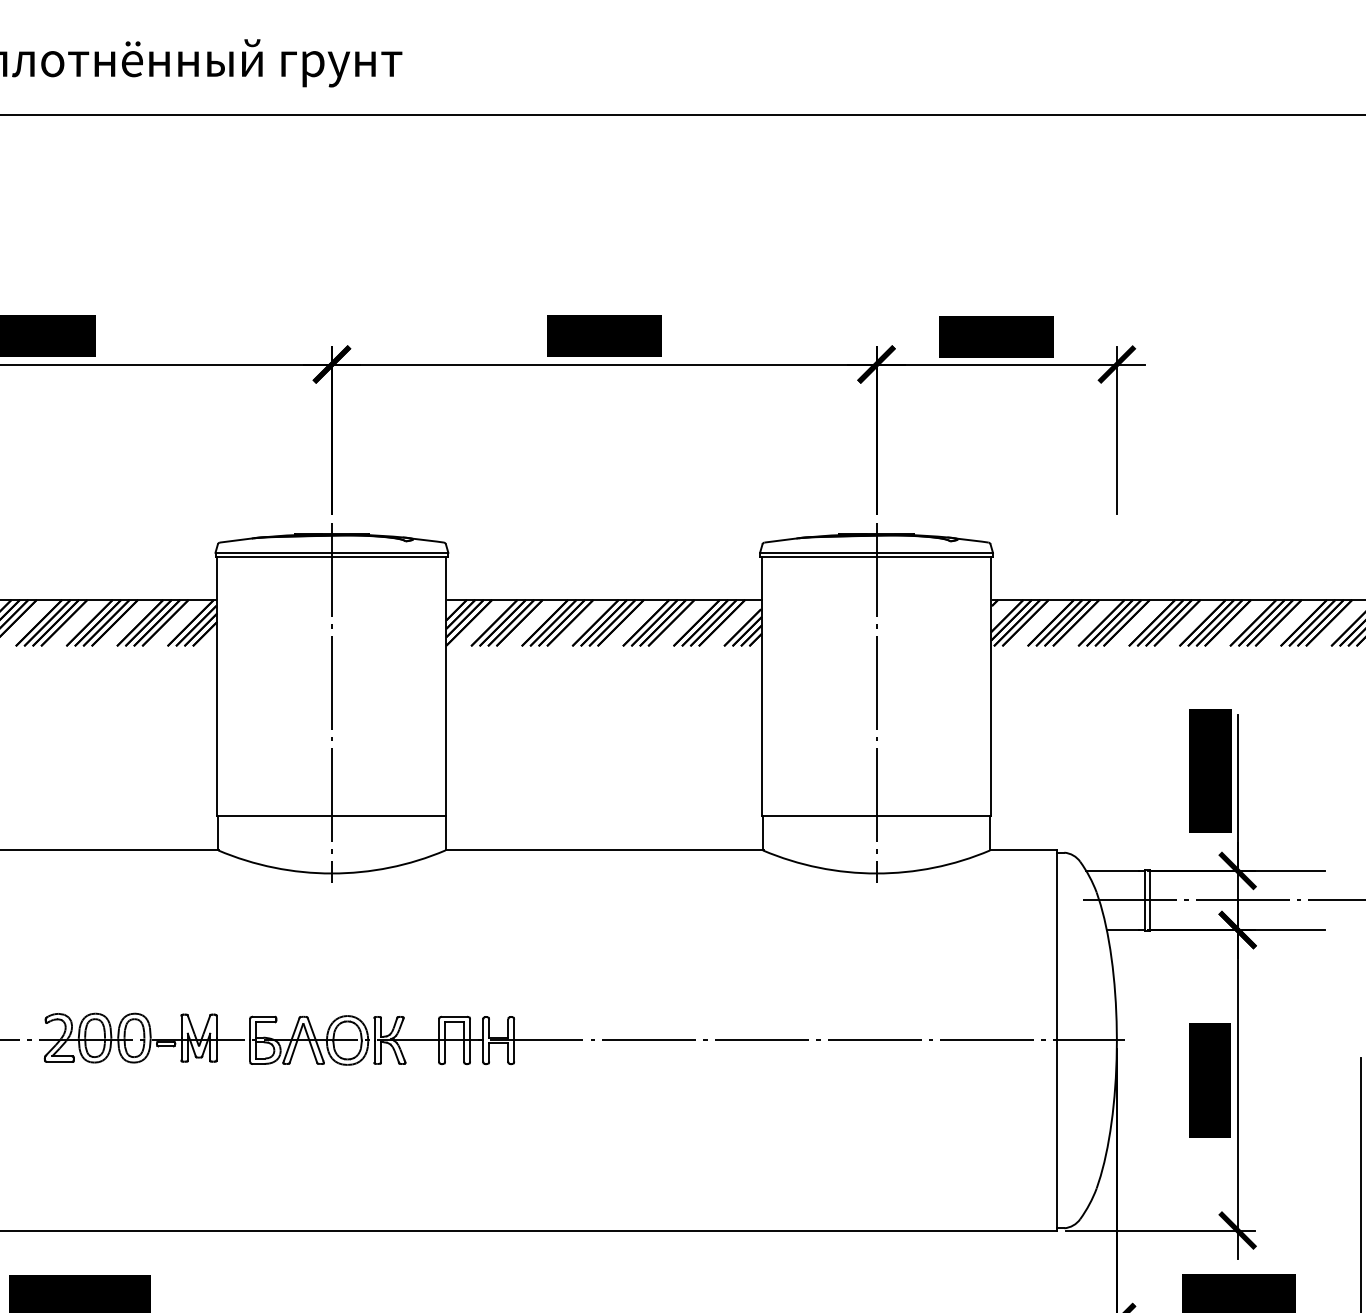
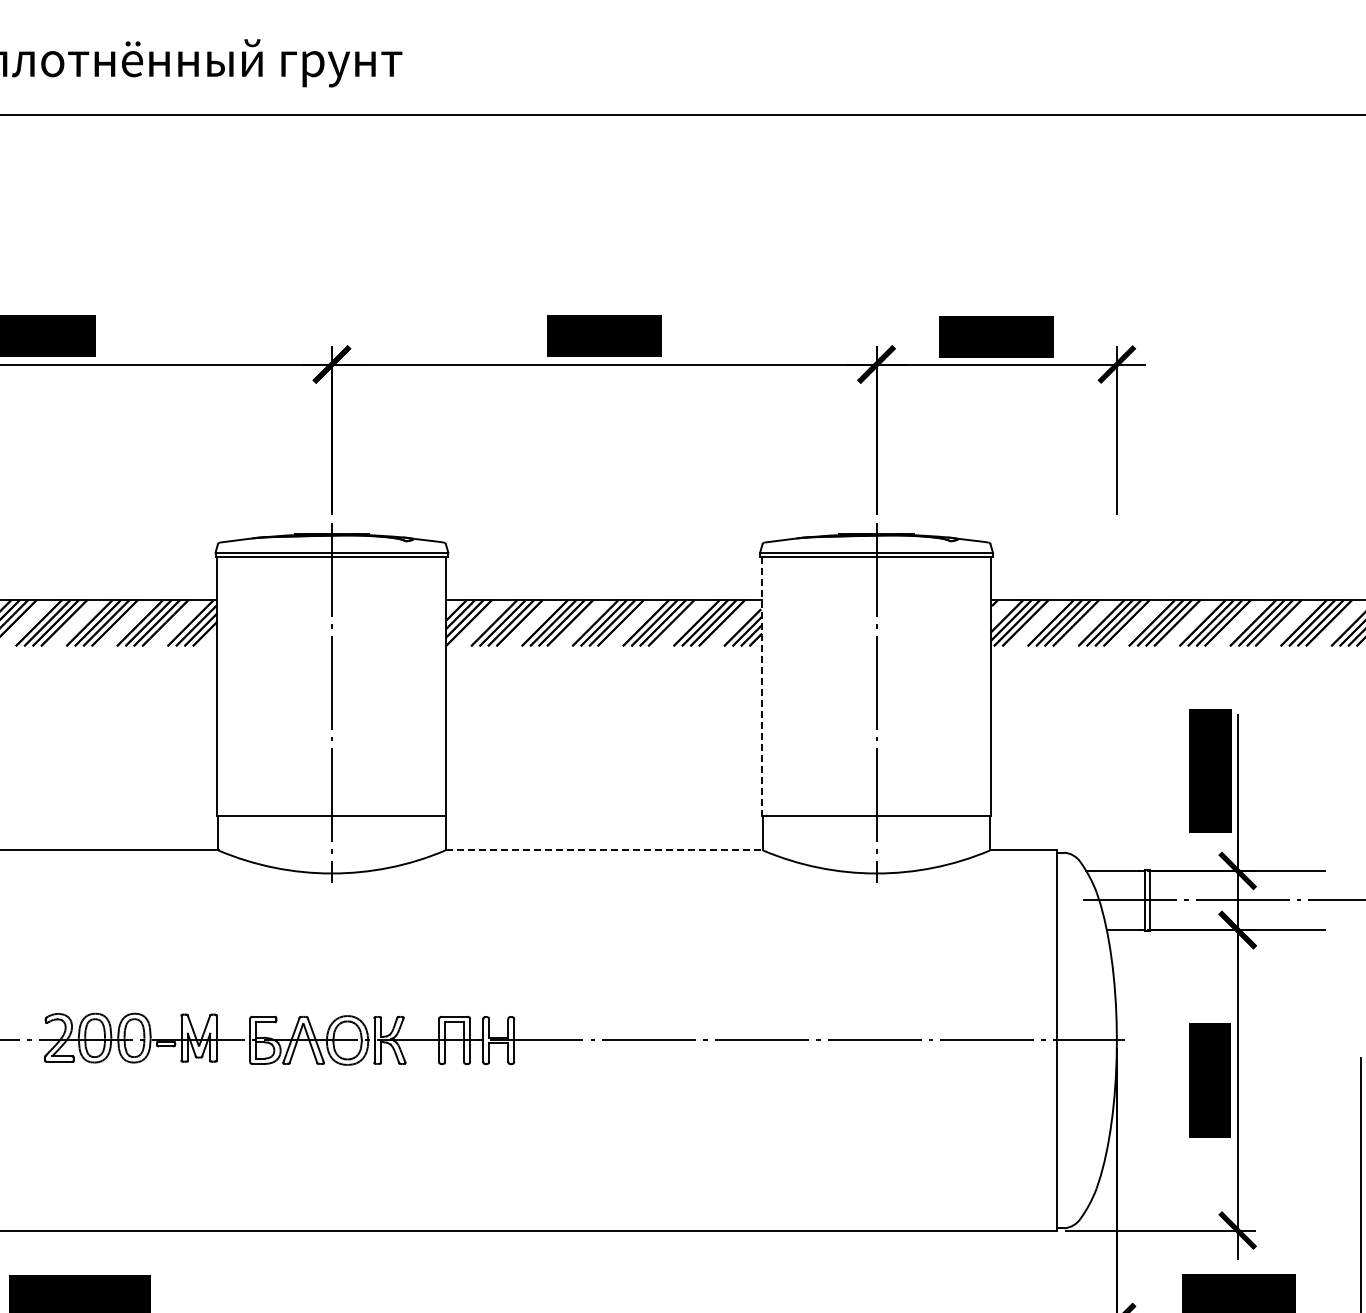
line at (761, 686): solid -> dashed
line at (605, 850): solid -> dashed
